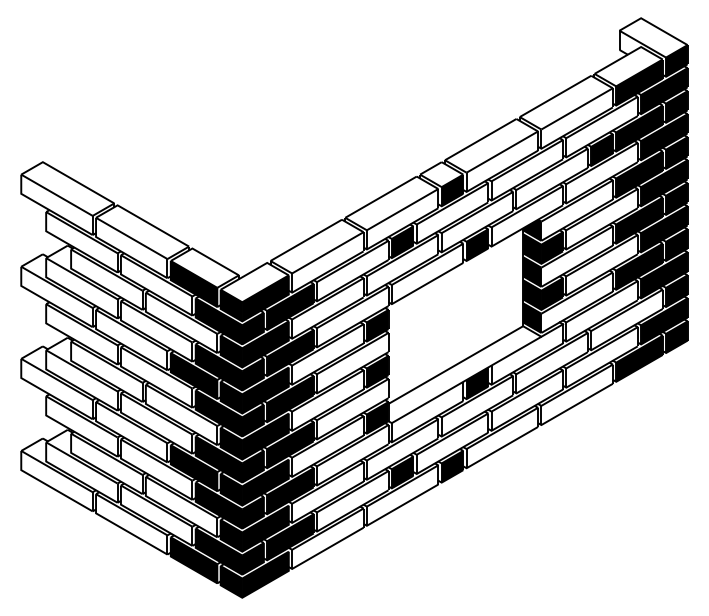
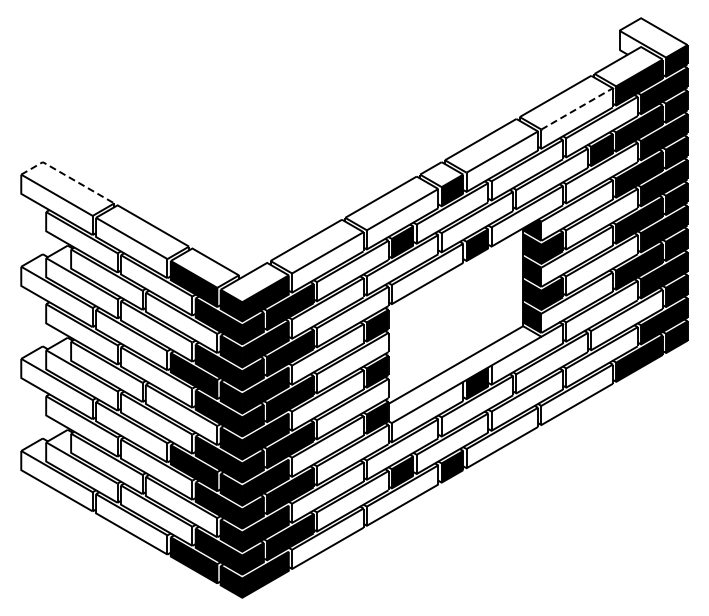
line at (577, 108): solid -> dashed
line at (67, 176): solid -> dashed
